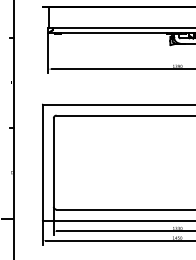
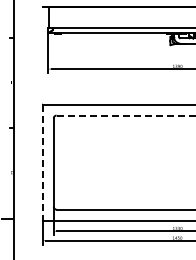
line at (126, 115): solid -> dashed
line at (42, 162): solid -> dashed
